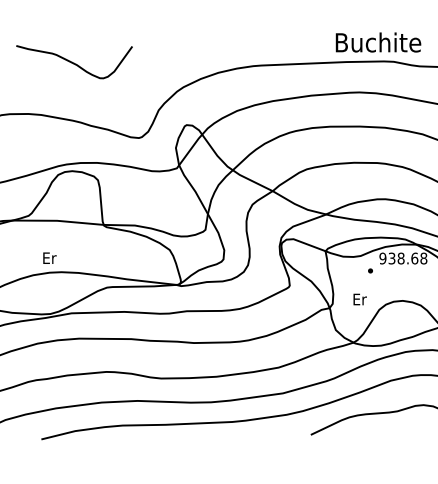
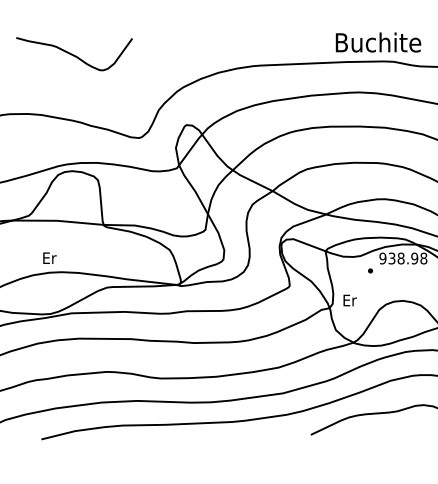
curve at (74, 62) position: (74, 62) -> (74, 54)
text at (414, 258): 938.68 -> 938.98
text at (359, 299) position: (359, 299) -> (349, 300)
